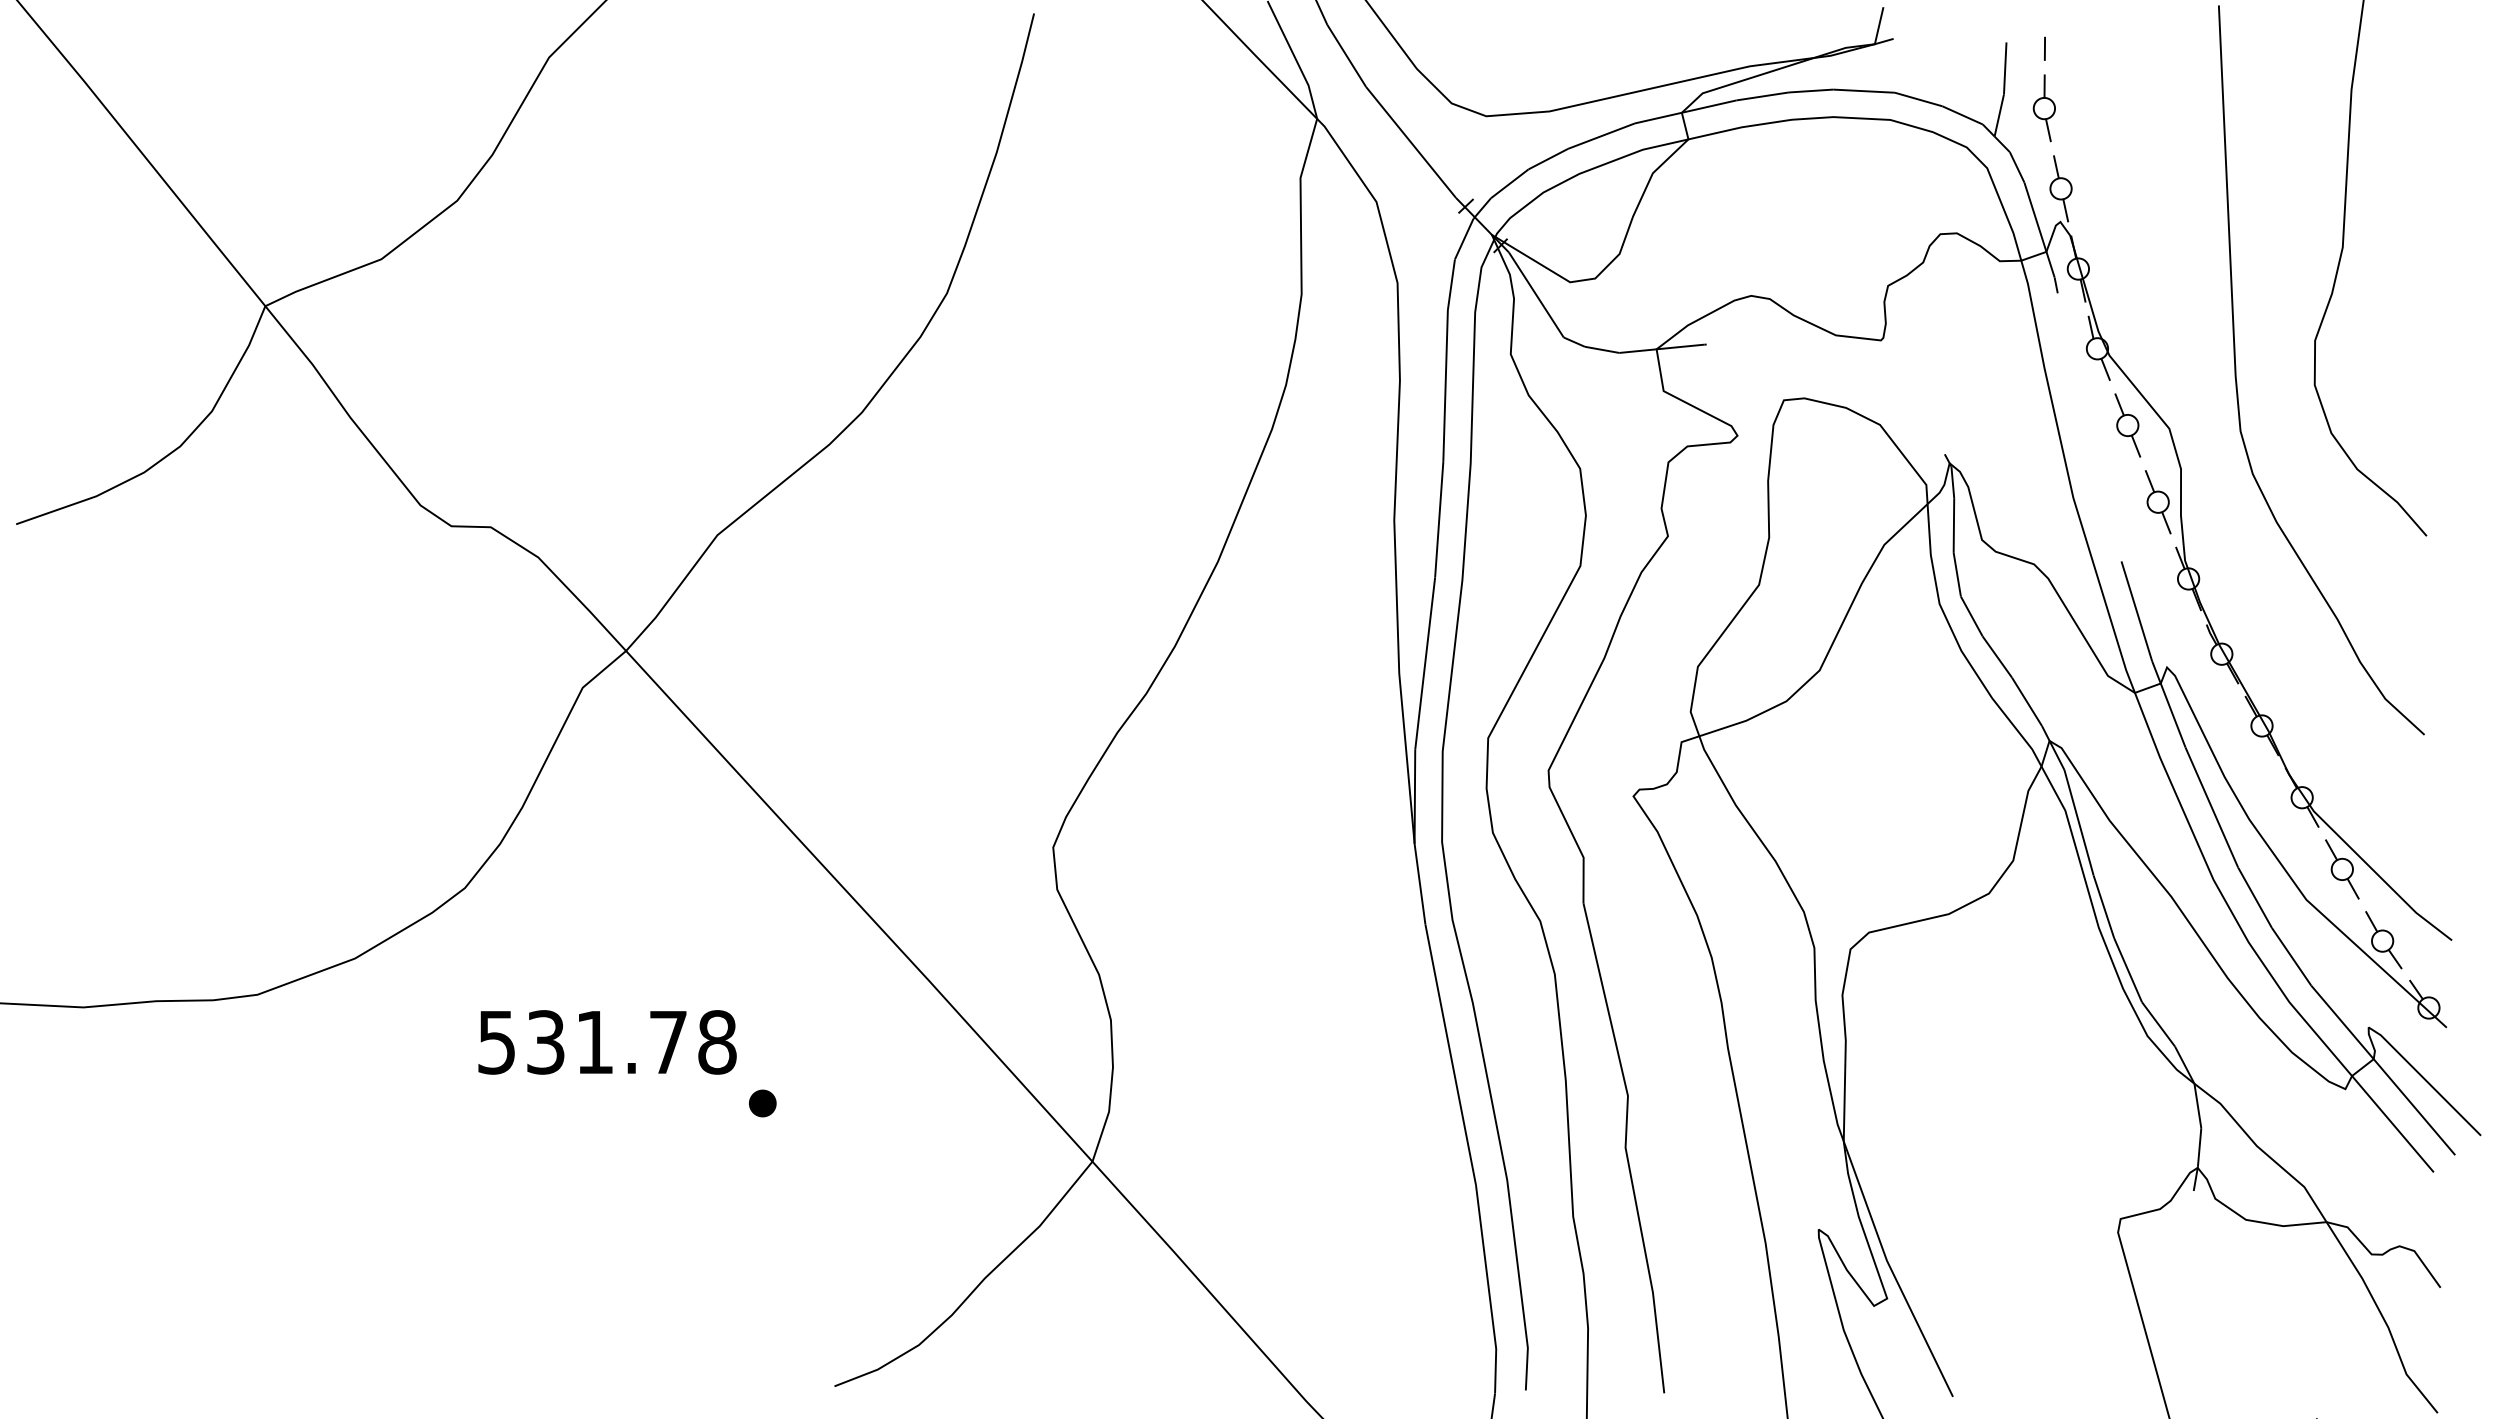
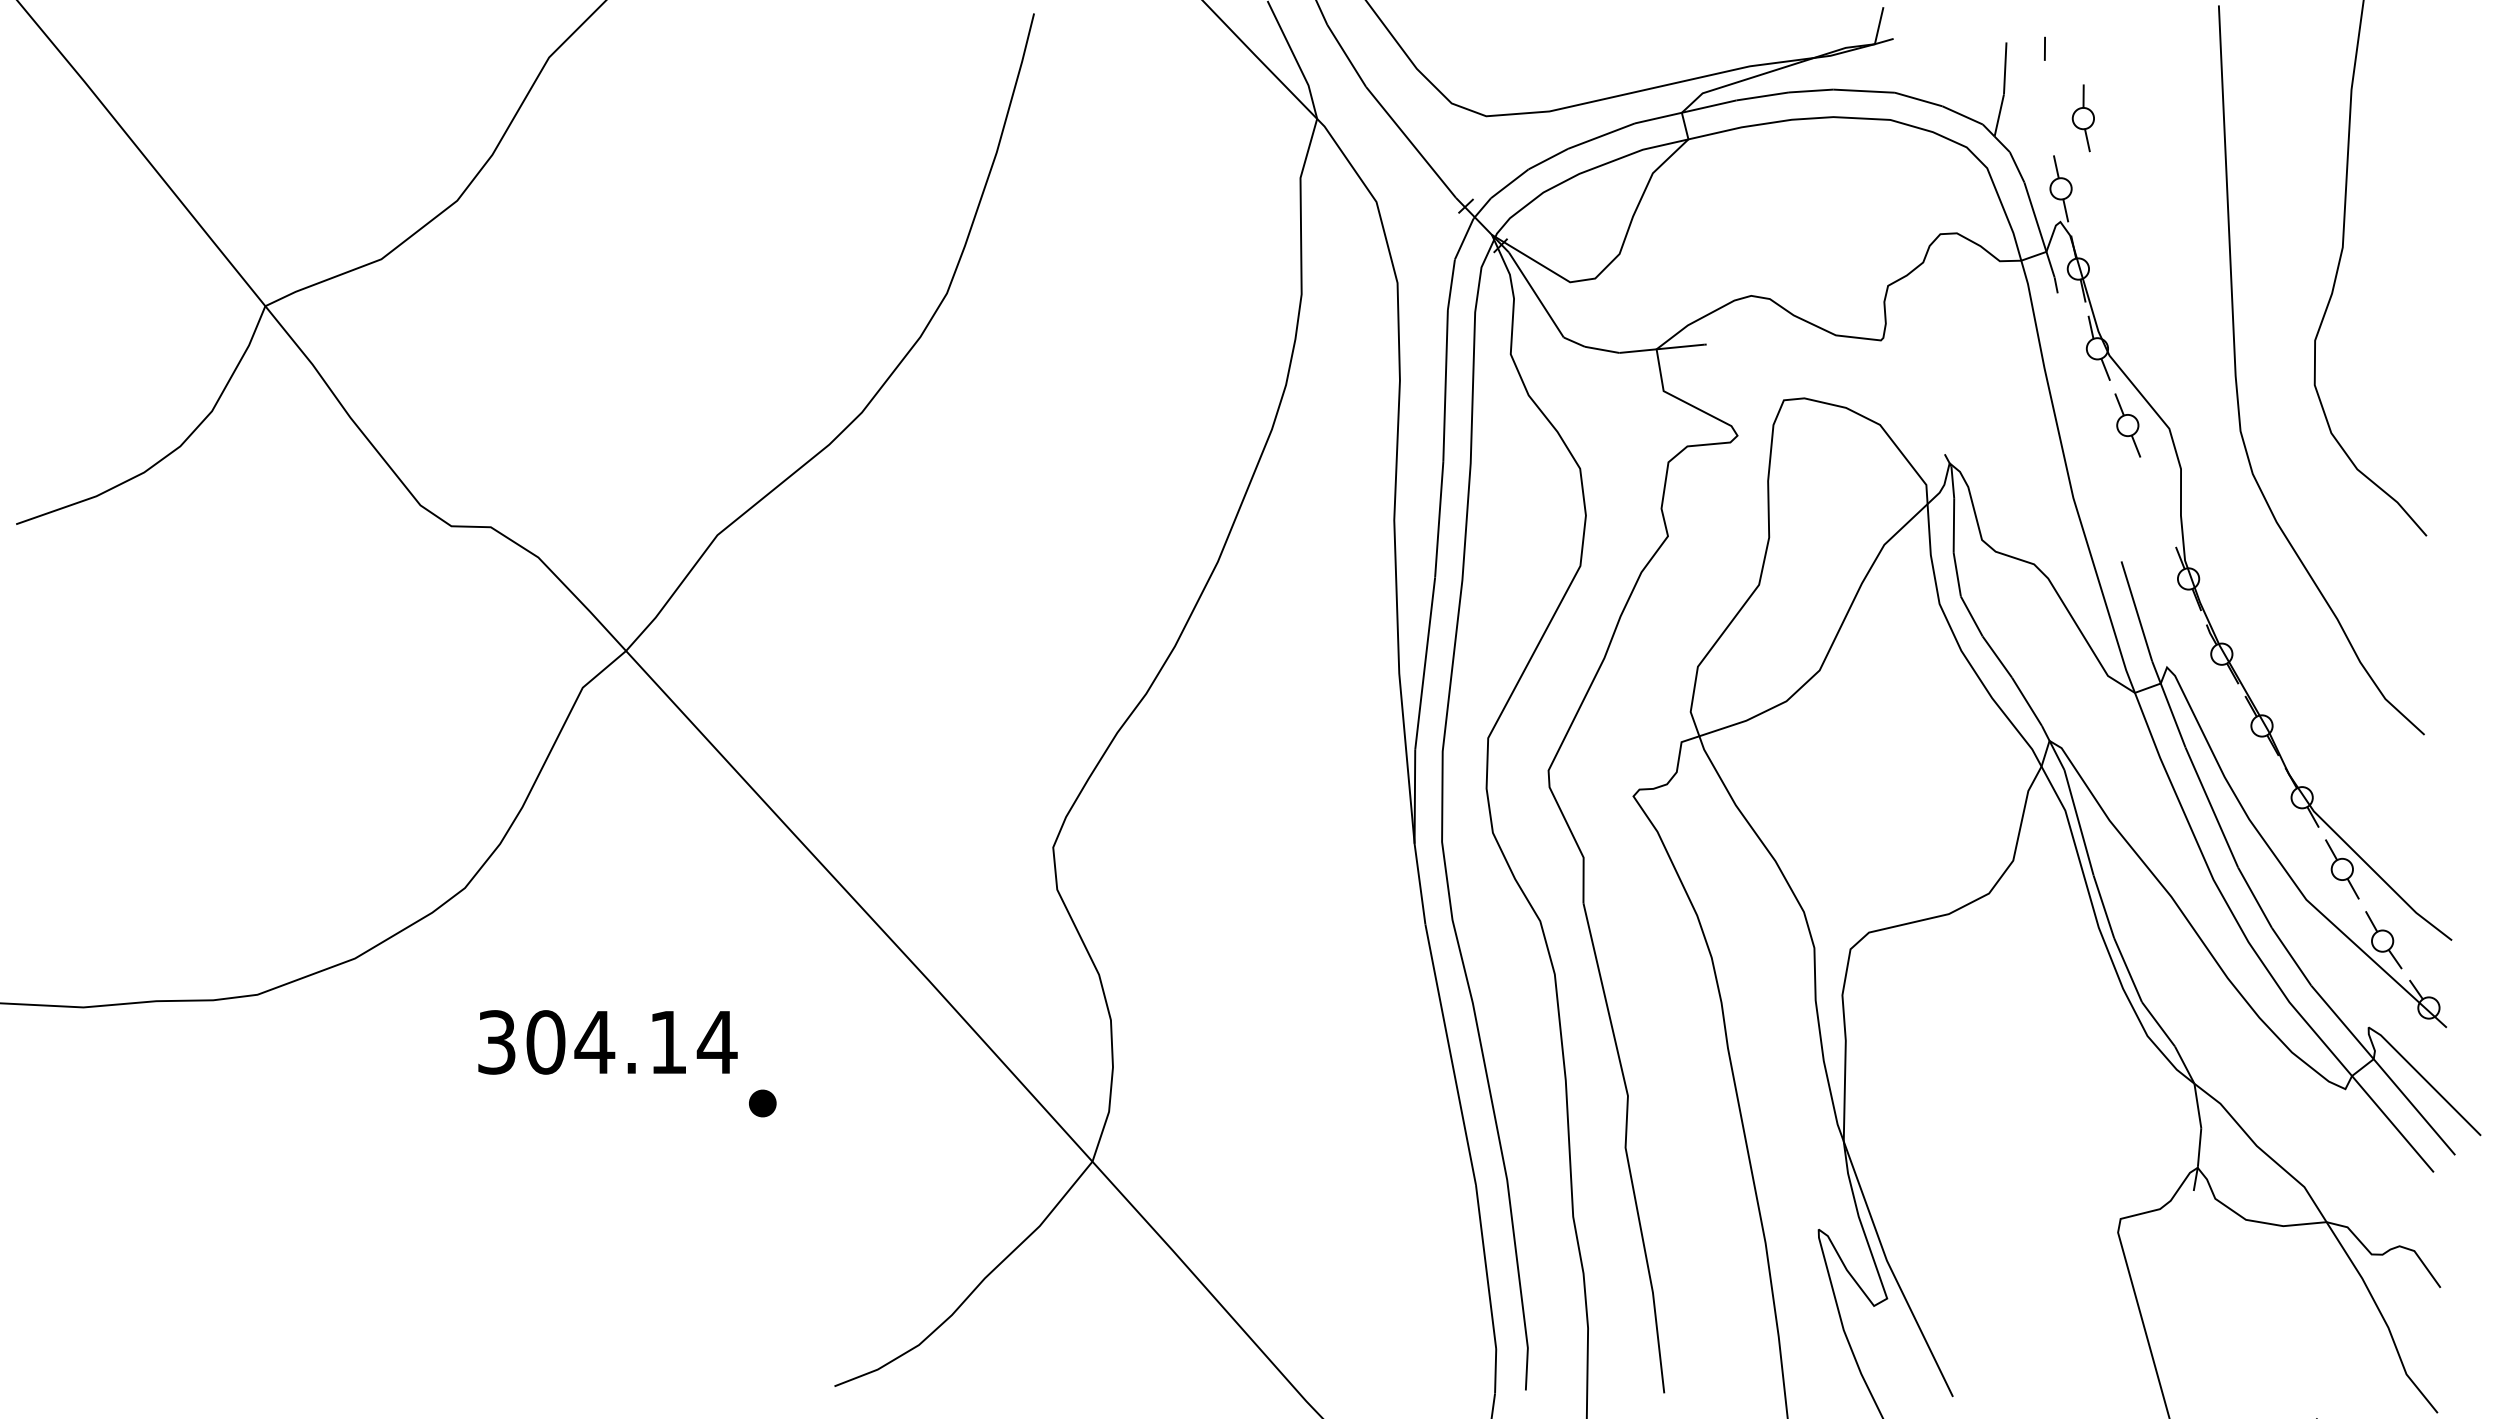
part at (2043, 108) position: (2043, 108) -> (2082, 118)
part at (2157, 502): present -> none
text at (607, 1042): 531.78 -> 304.14
